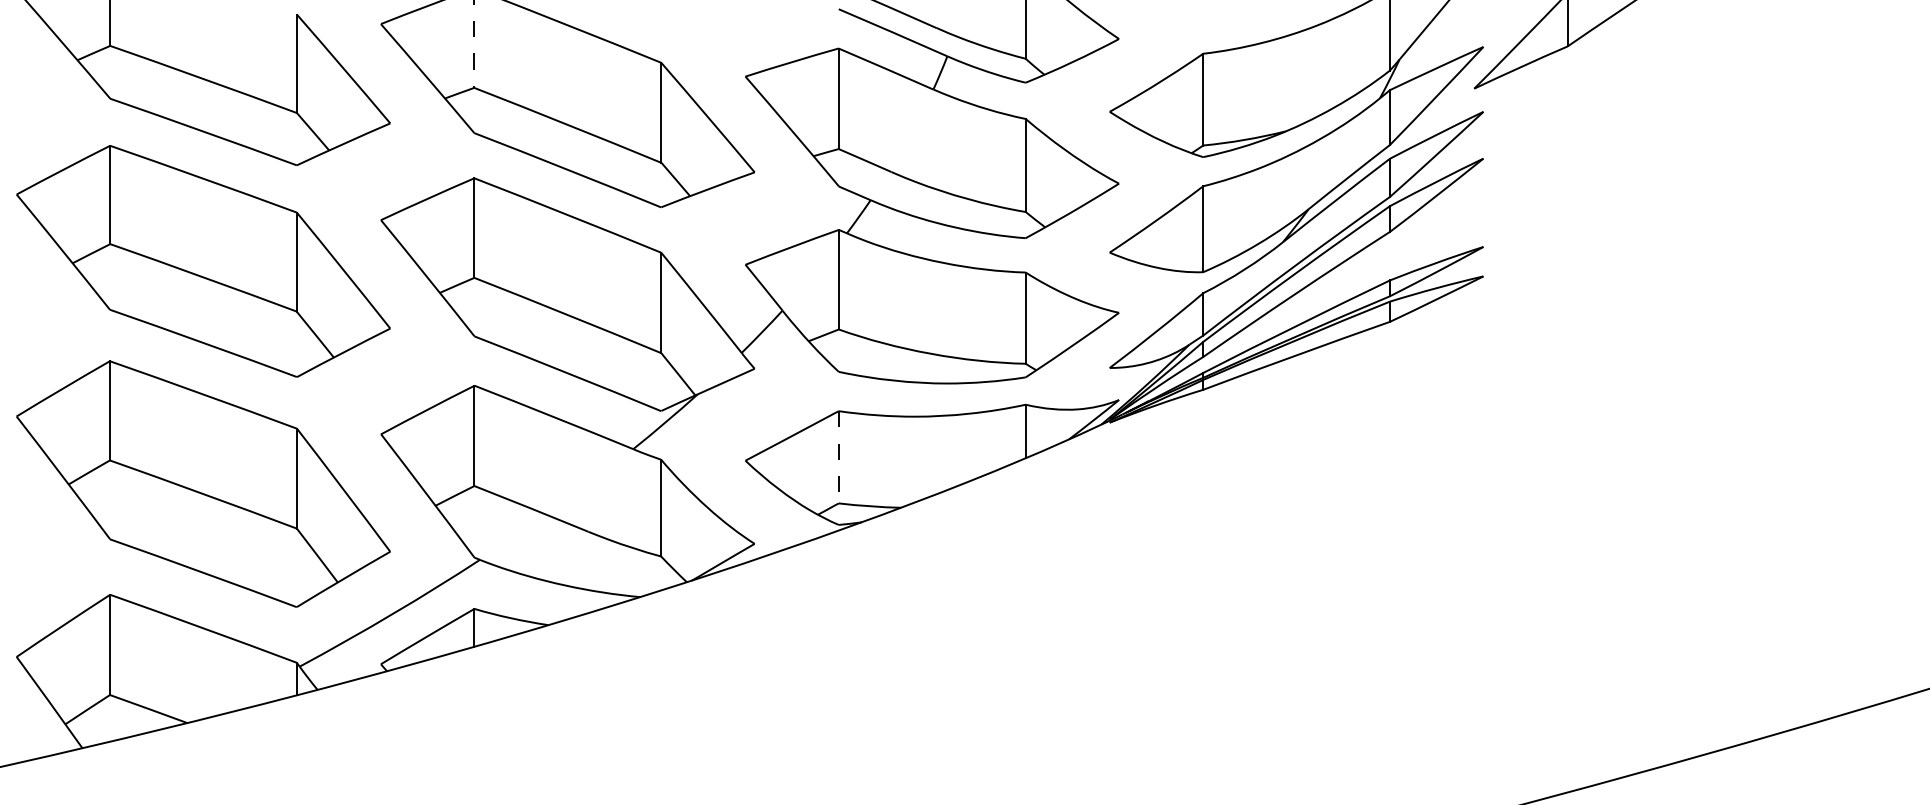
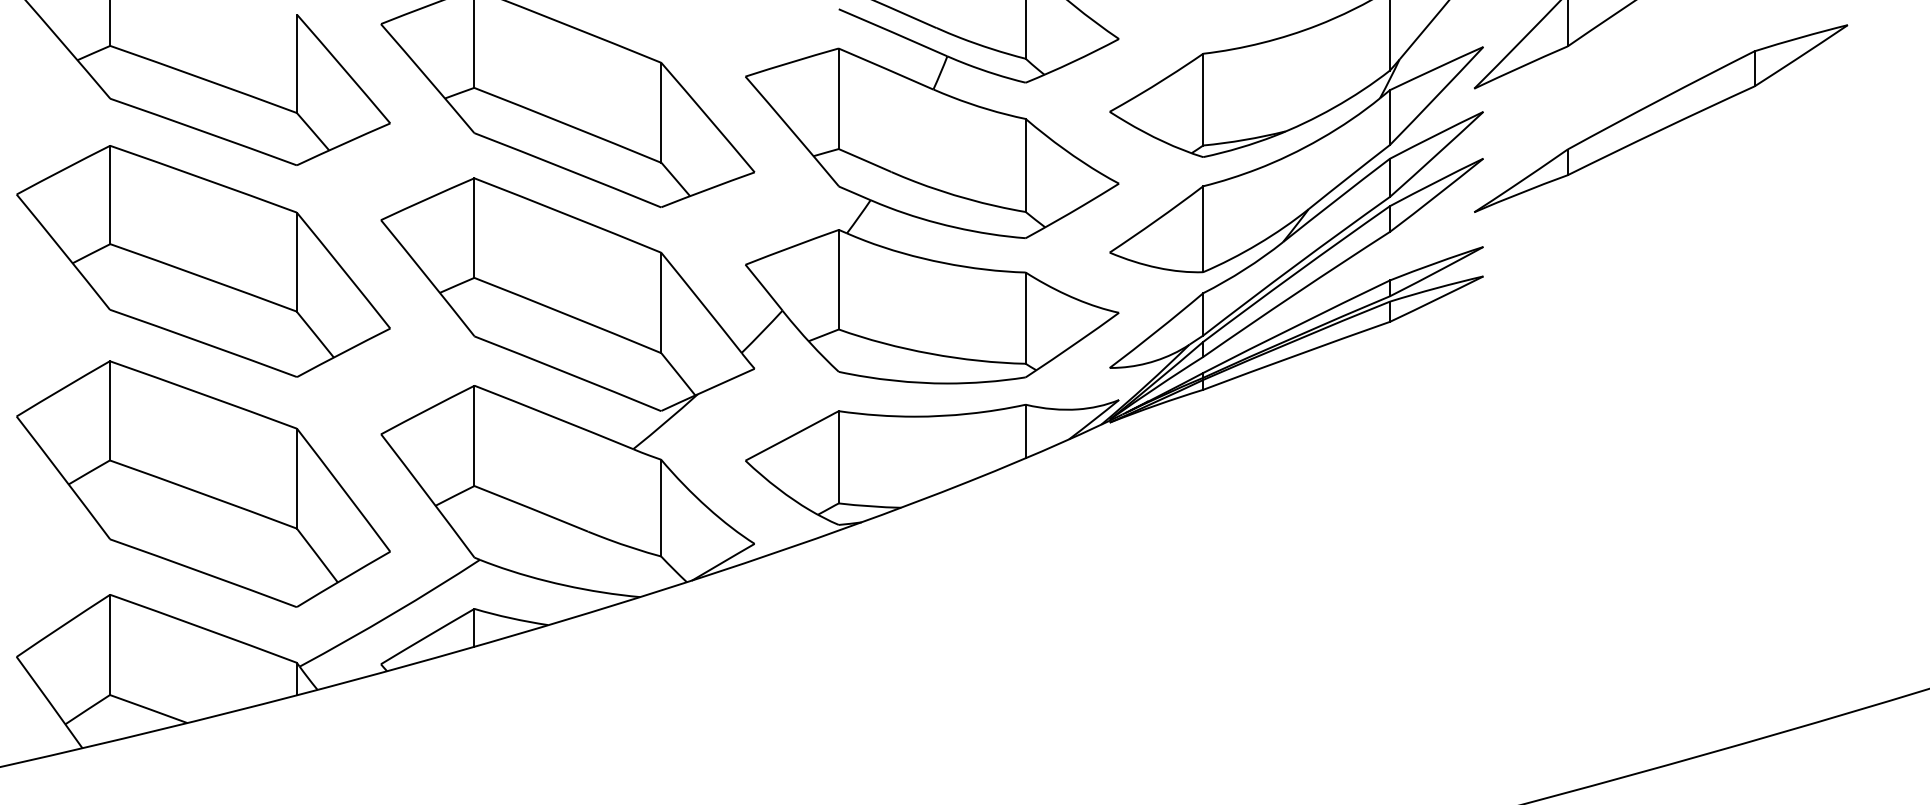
line at (474, 44): dashed -> solid
part at (1661, 118): none -> present
line at (838, 457): dashed -> solid
